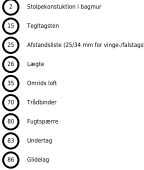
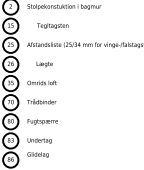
text at (42, 25) position: (42, 25) -> (52, 25)
text at (35, 64) position: (35, 64) -> (44, 64)
text at (37, 159) position: (37, 159) -> (37, 154)
